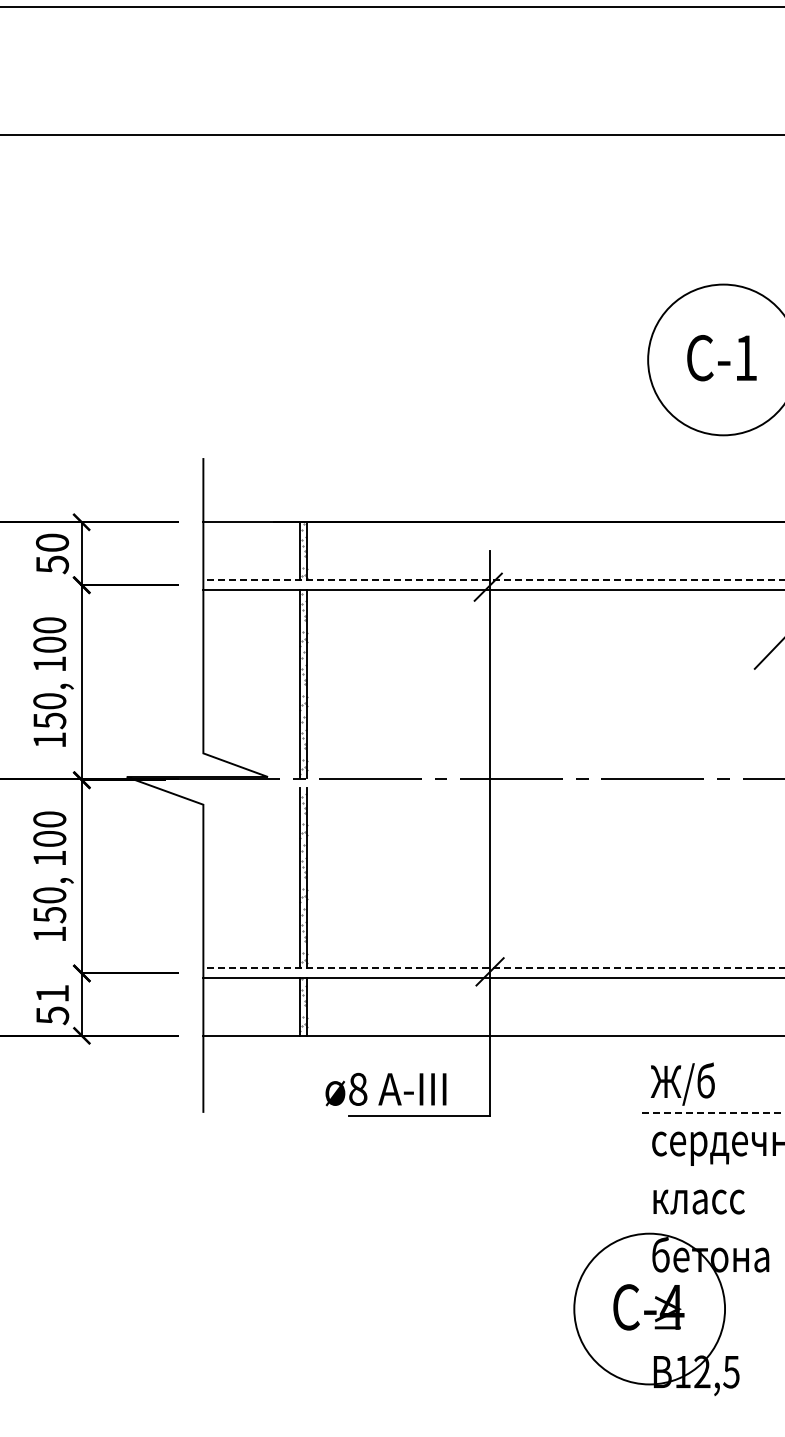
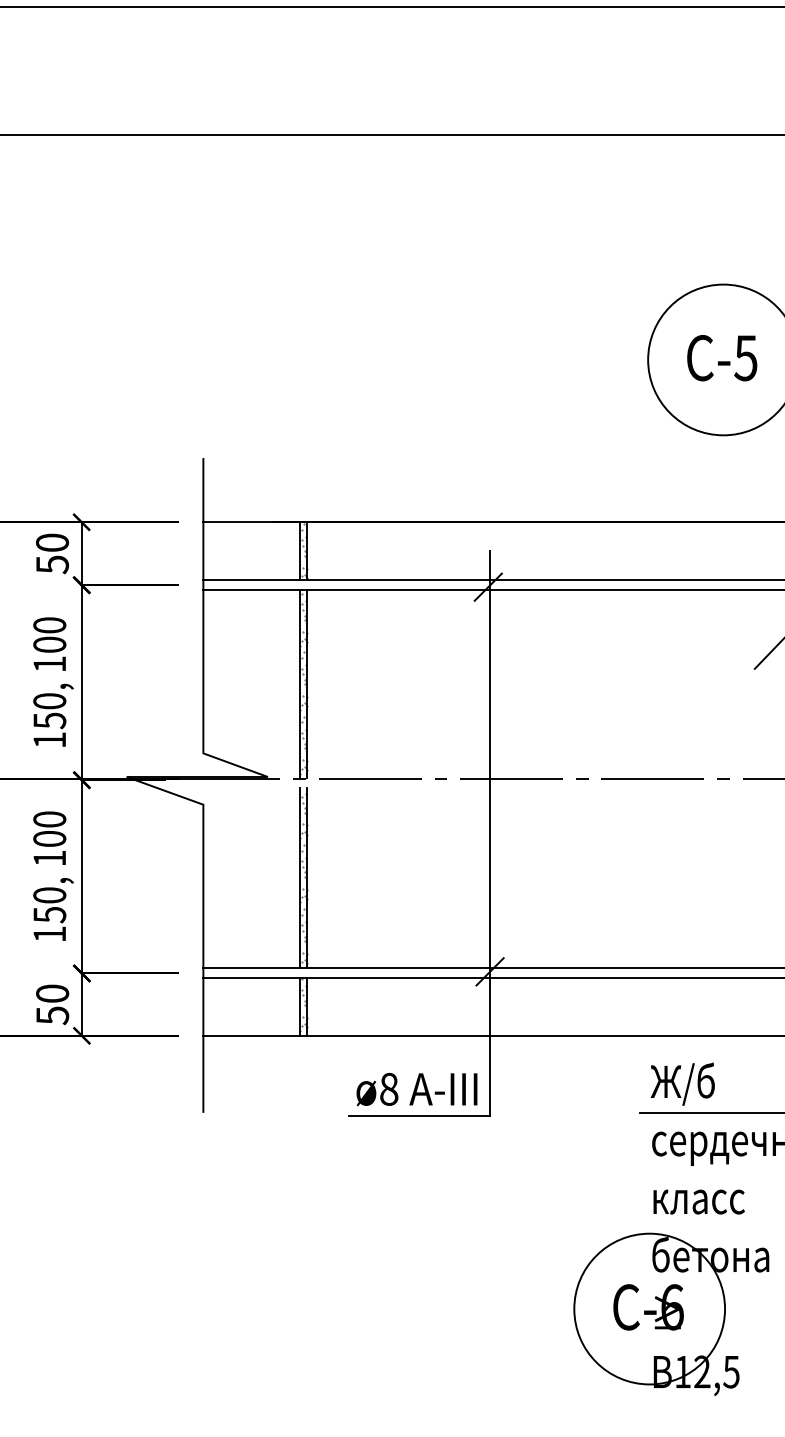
text at (745, 358): -1 -> -5
line at (494, 580): dashed -> solid
line at (494, 967): dashed -> solid
text at (52, 993): 51 -> 50
text at (385, 1089) position: (385, 1089) -> (416, 1089)
line at (711, 1112): dashed -> solid
text at (671, 1307): -4 -> -6
